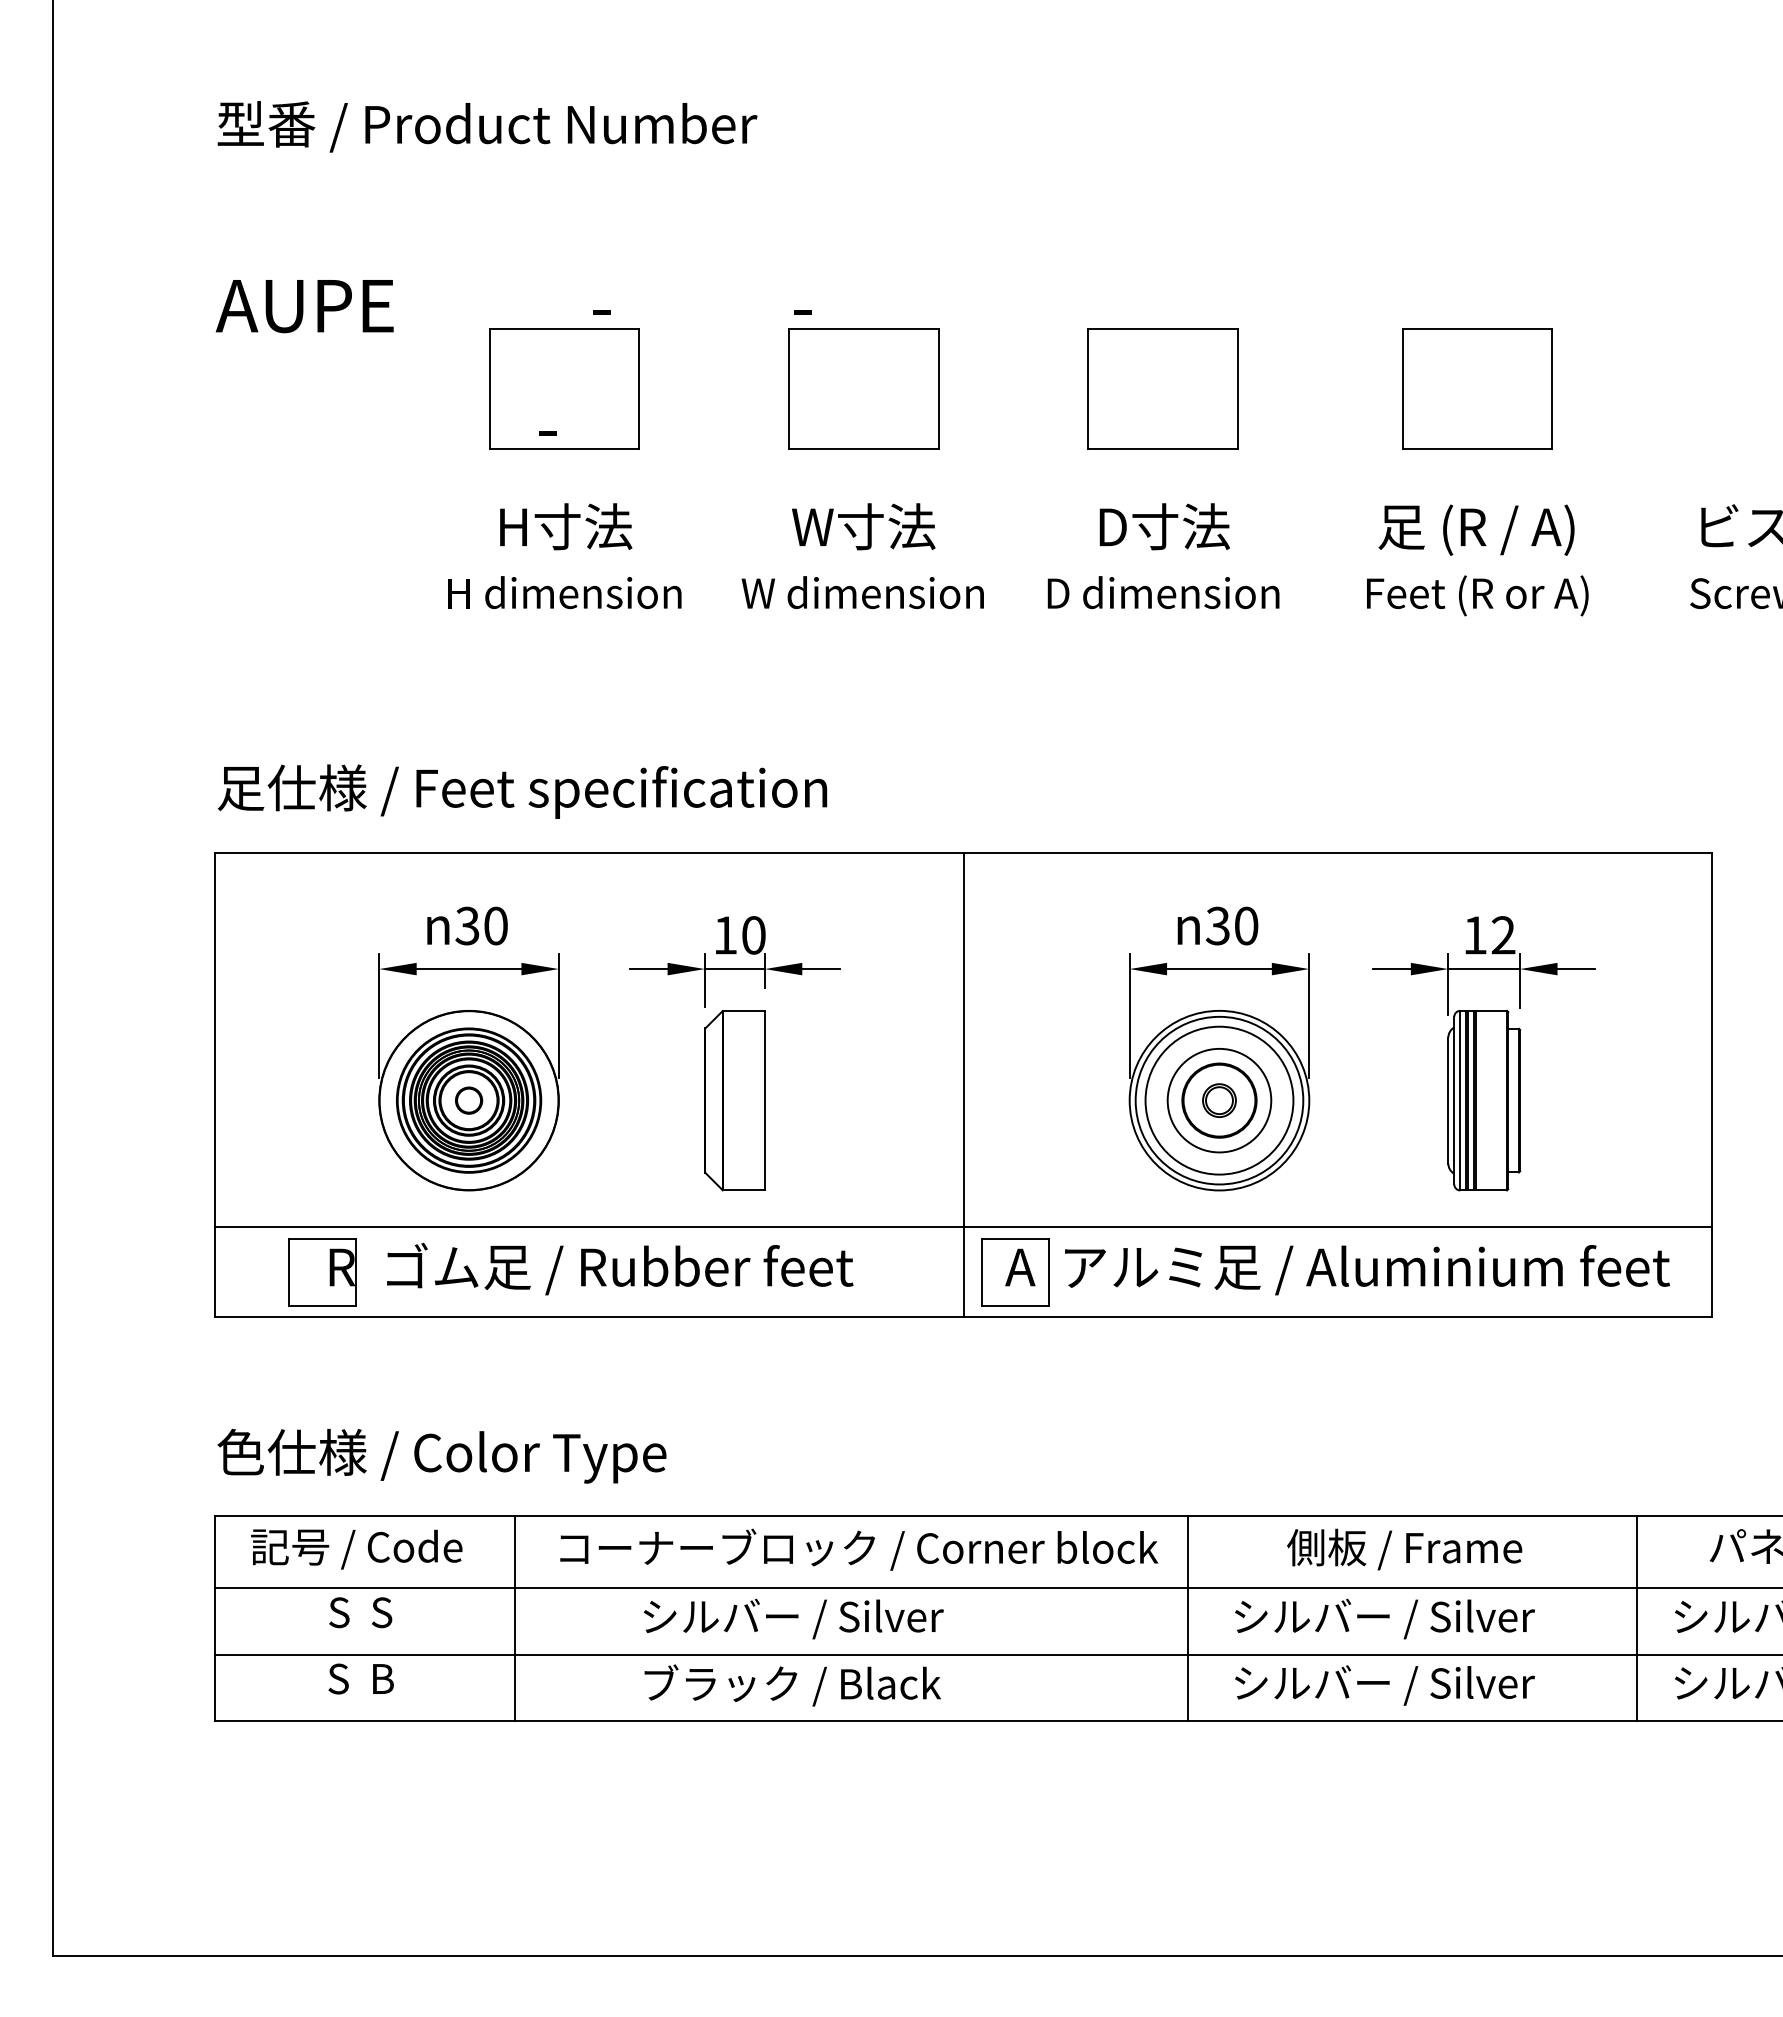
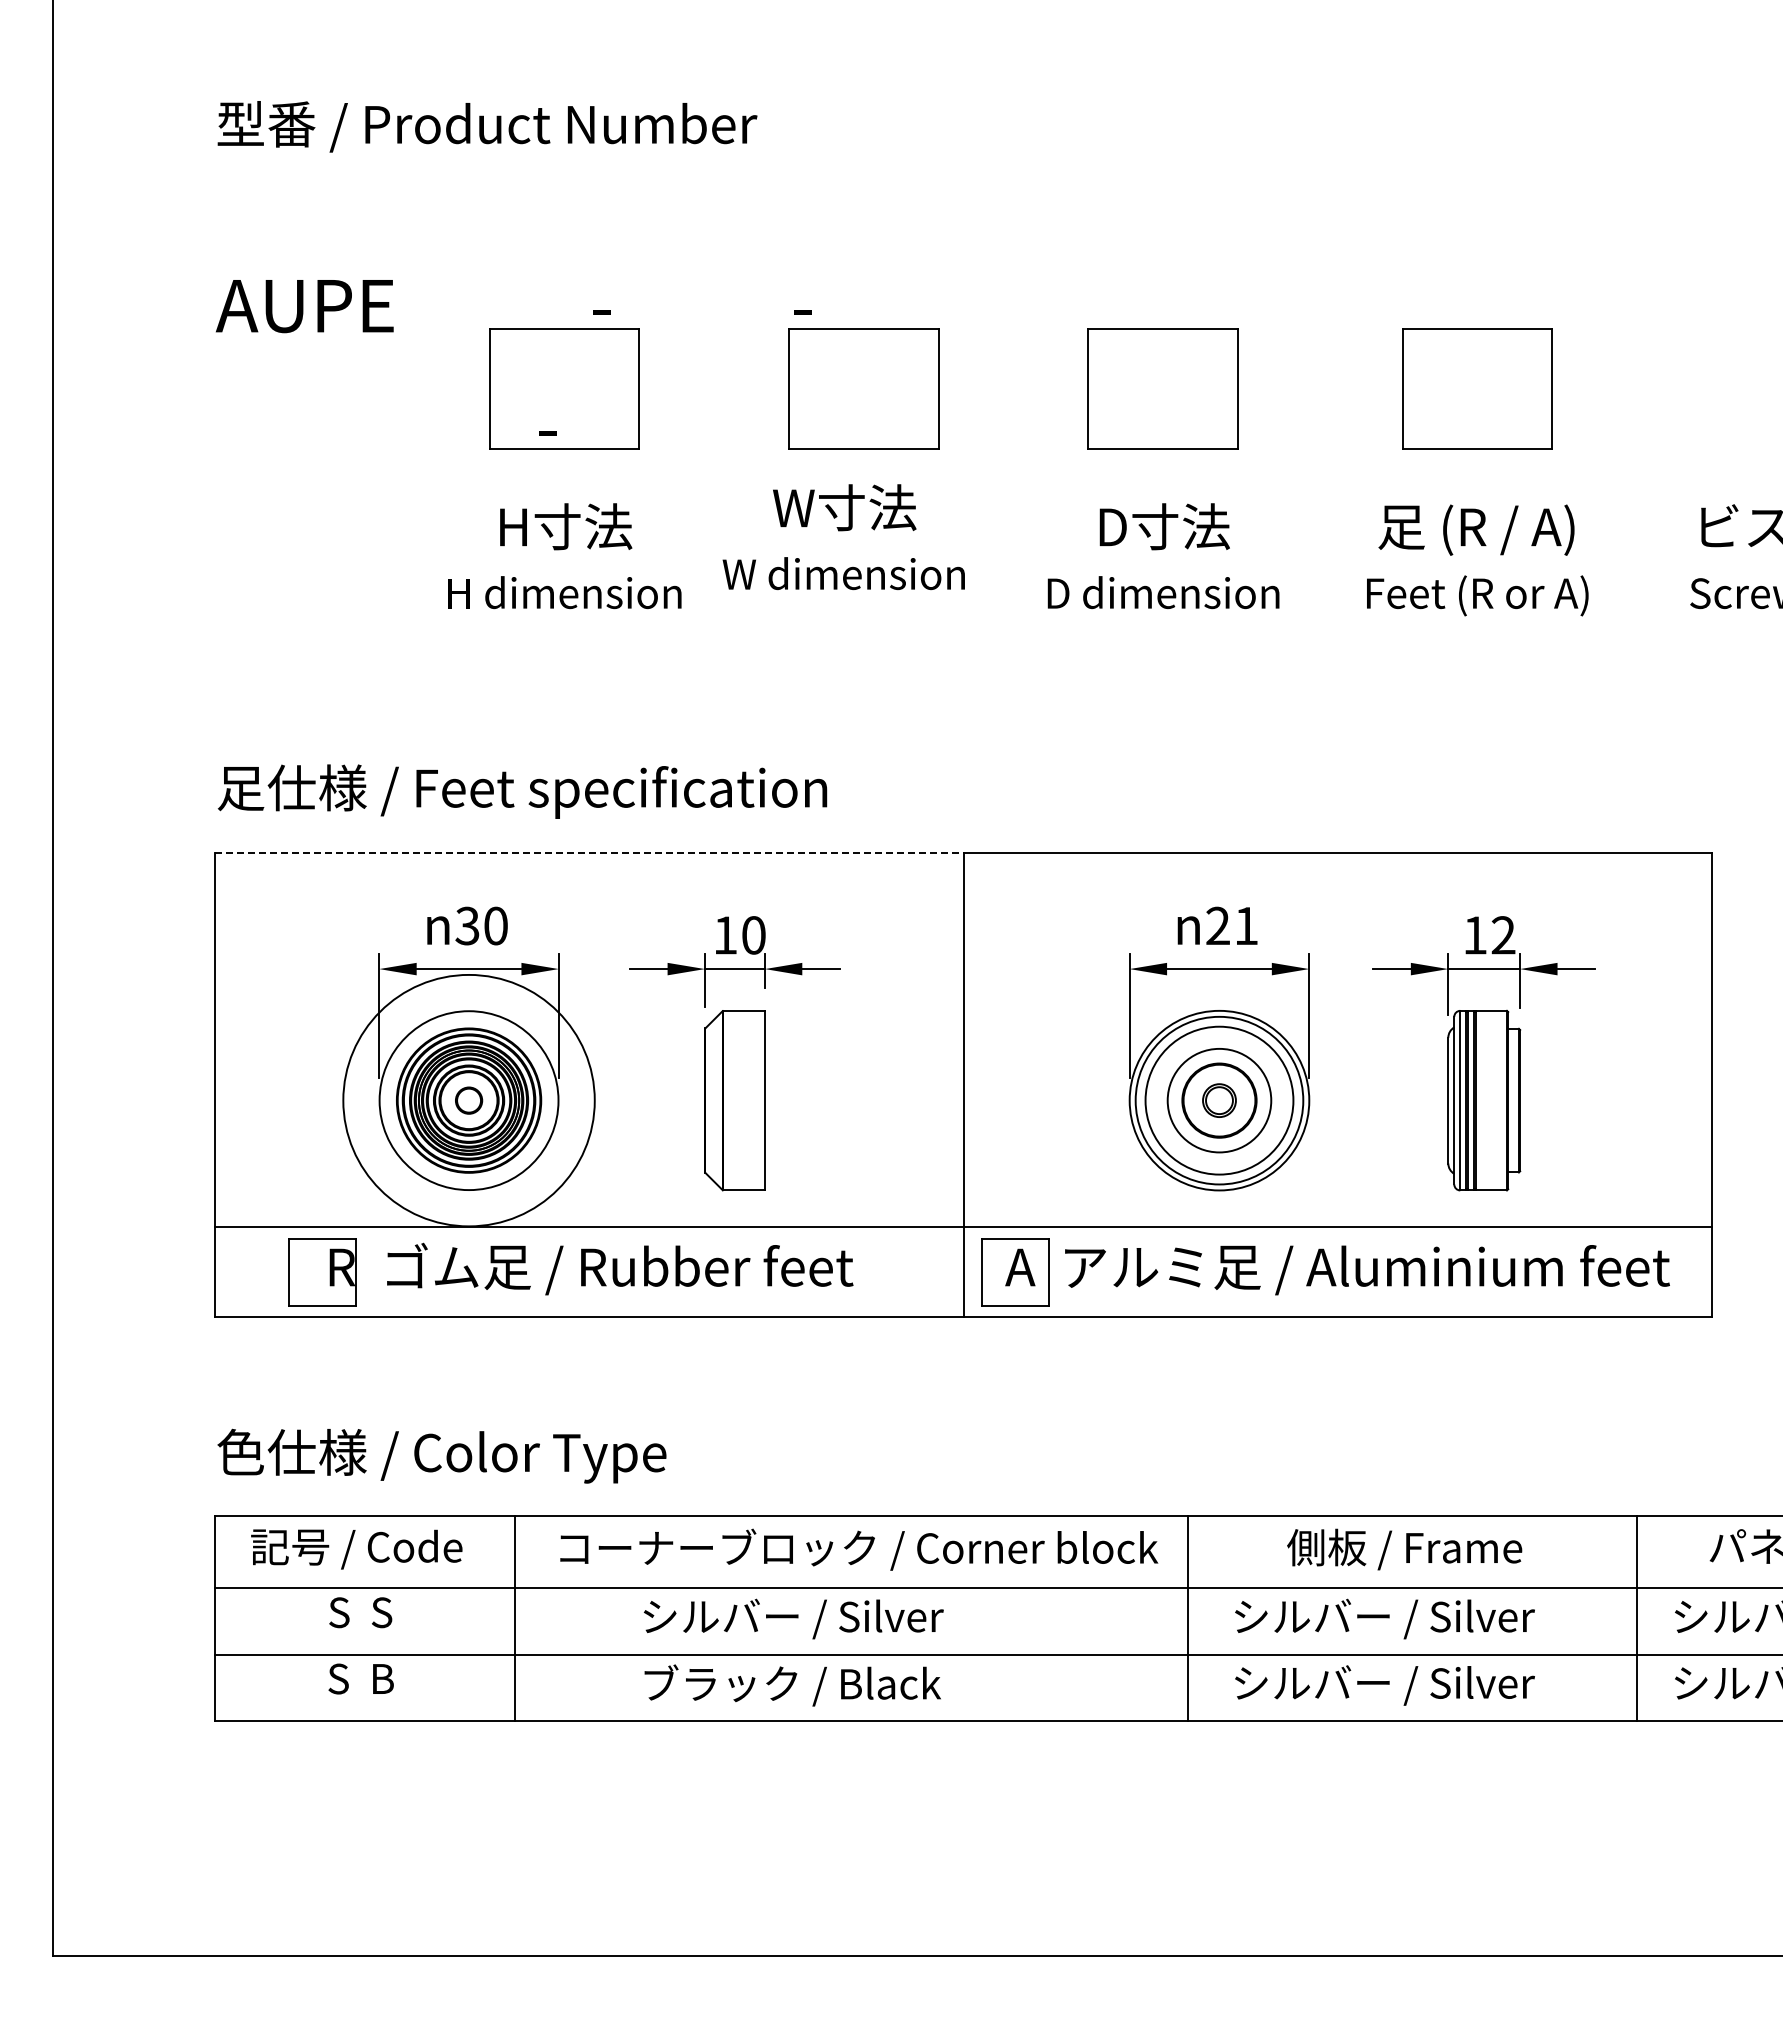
text at (862, 556) position: (862, 556) -> (843, 537)
line at (590, 853): solid -> dashed
text at (1231, 925): 30 -> 21
circle at (468, 1100) diameter: 180 px -> 251 px
